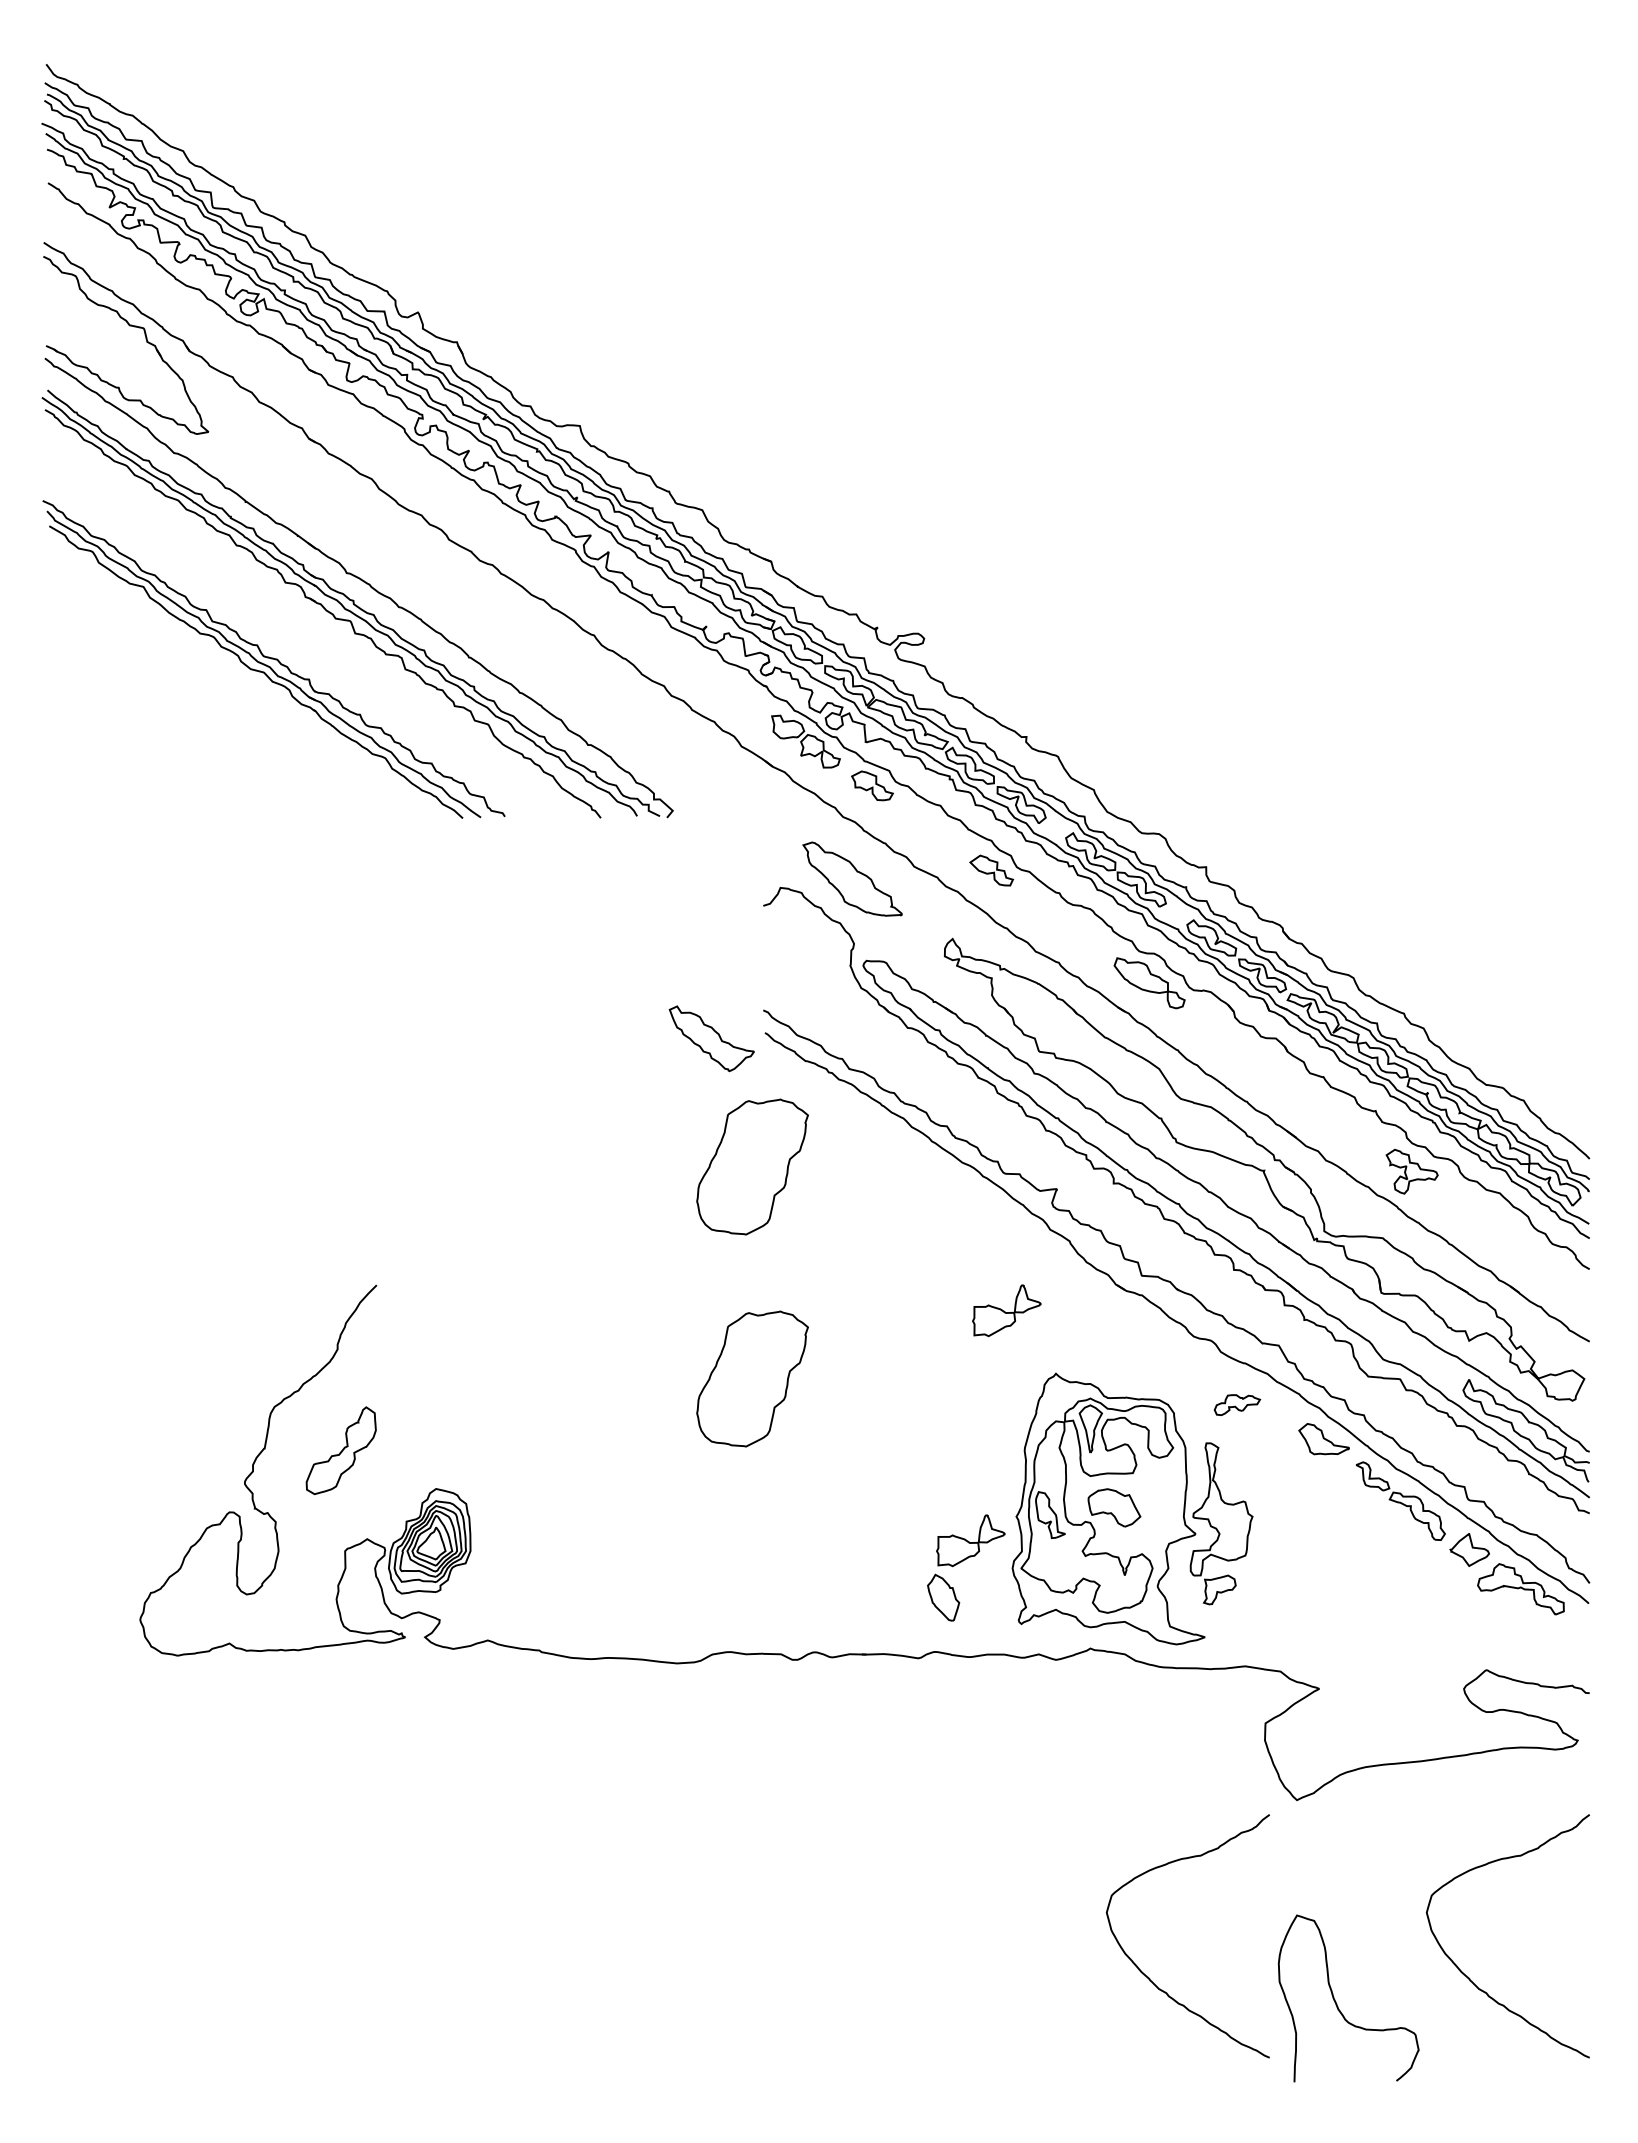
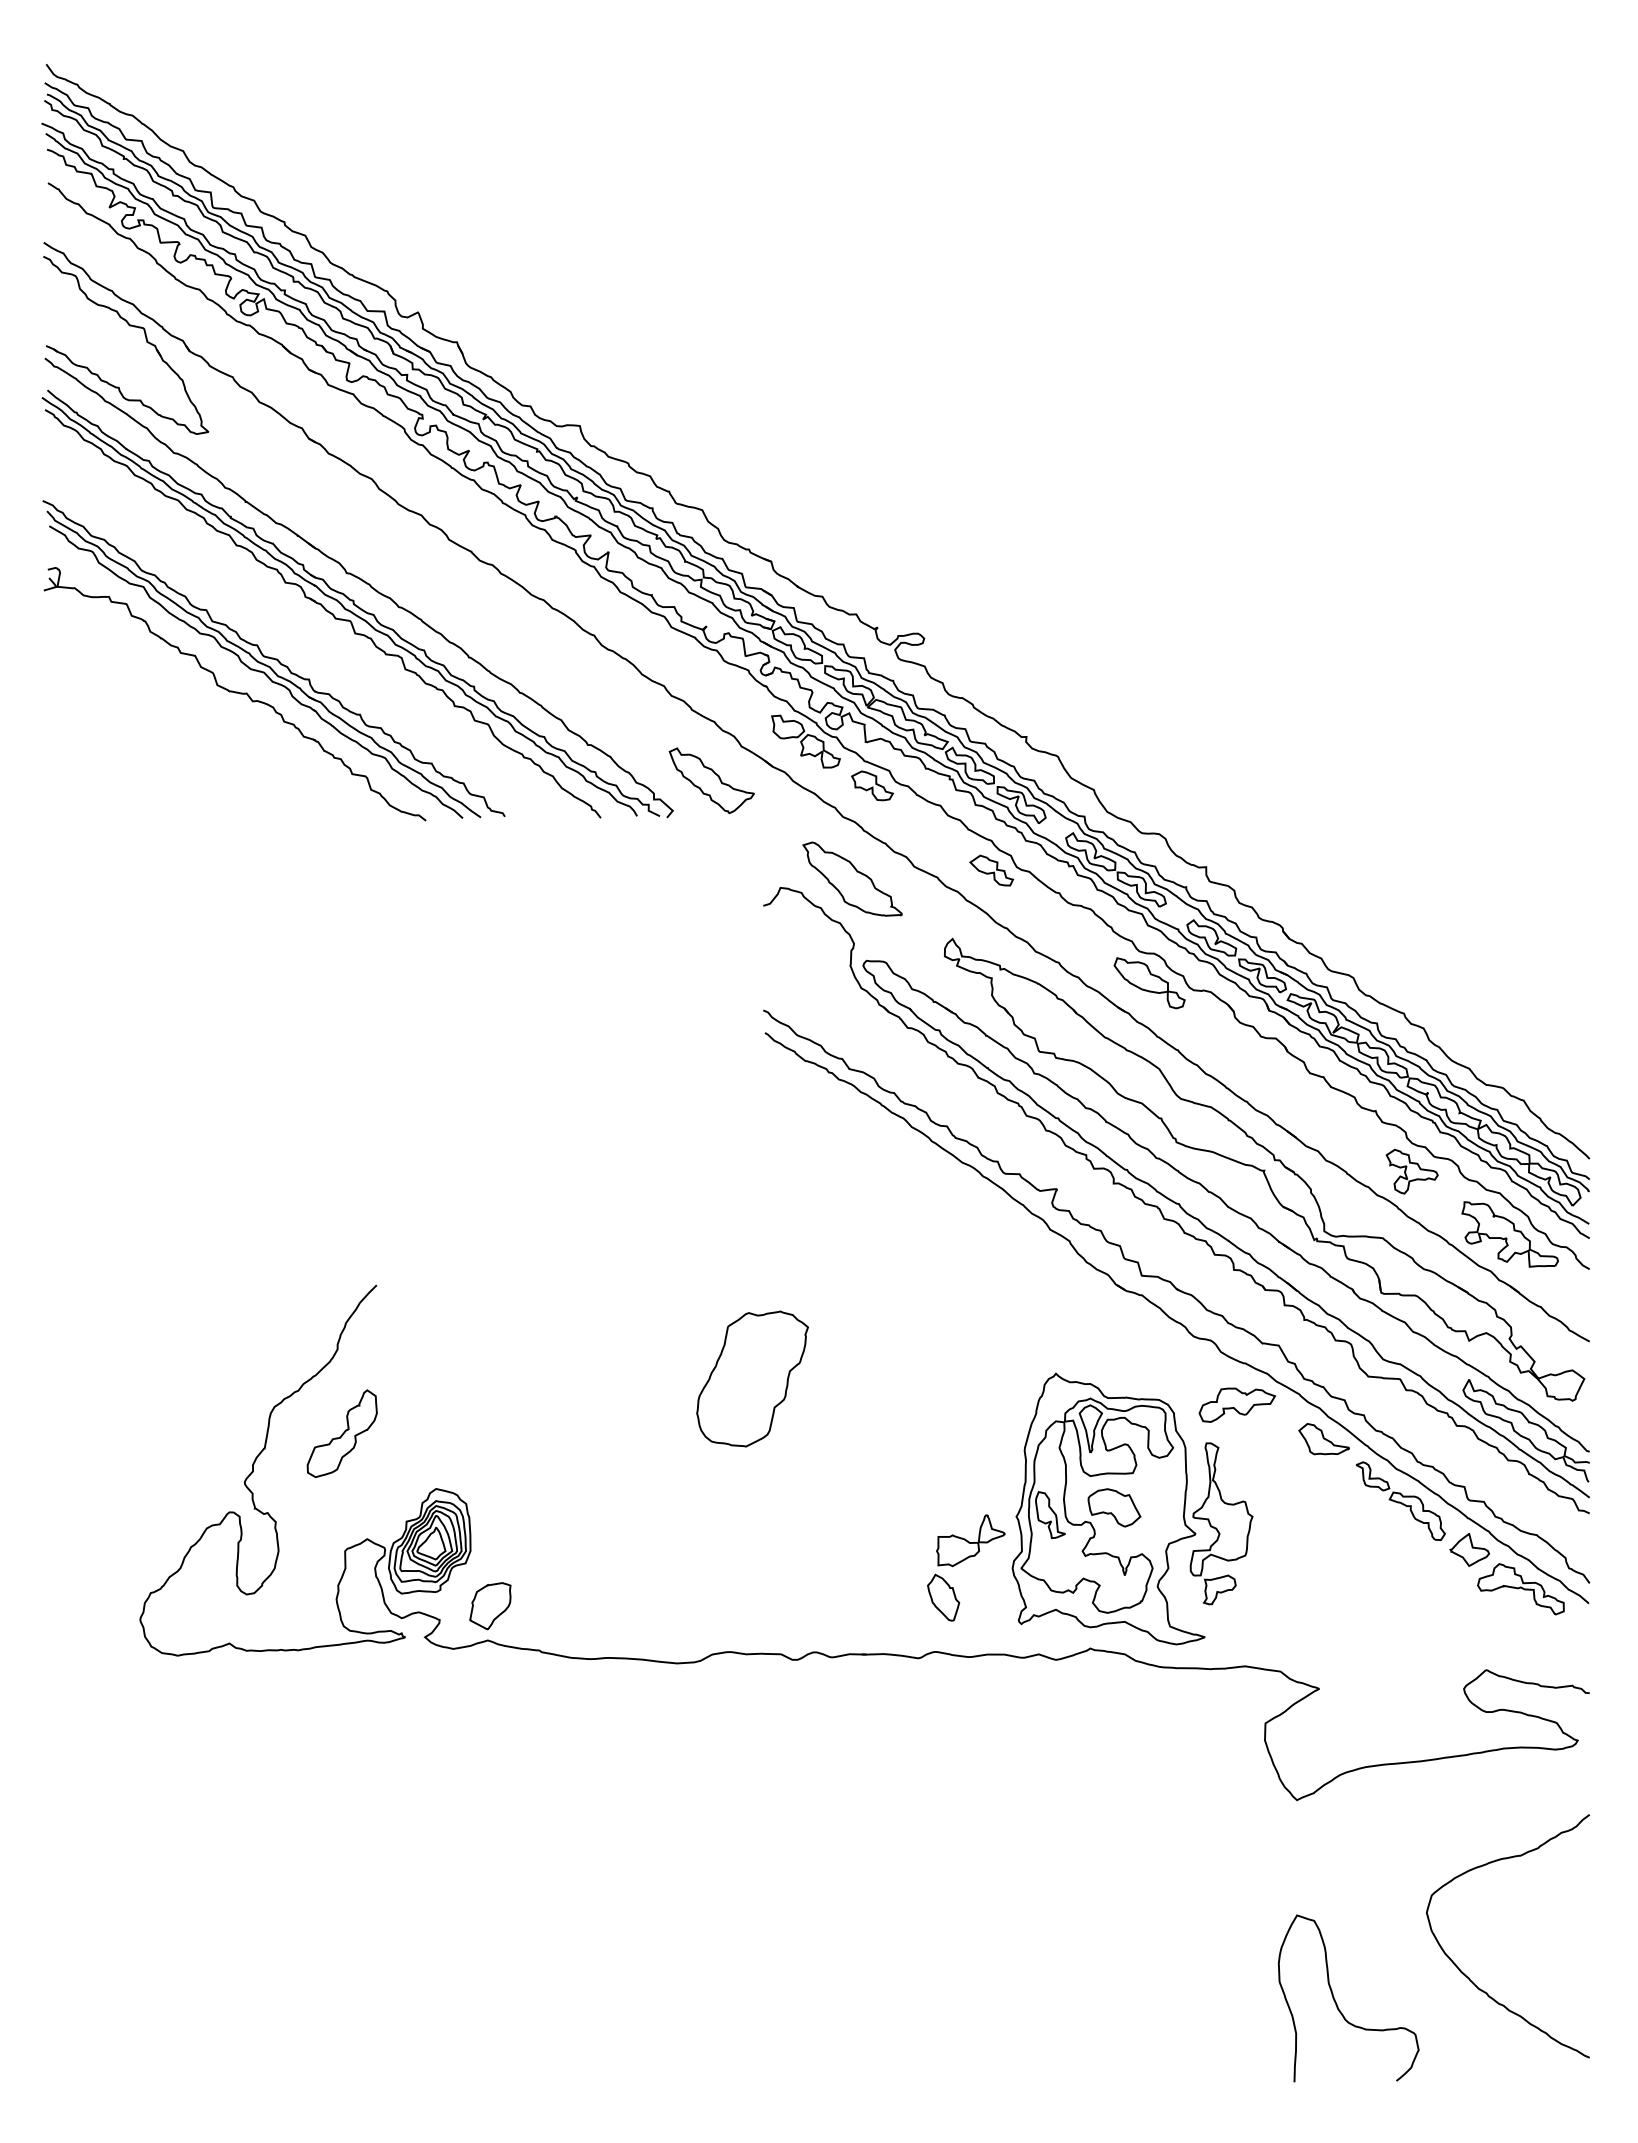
part at (234, 694): none -> present
part at (711, 1038) position: (711, 1038) -> (711, 780)
part at (752, 1166): present -> none
part at (1509, 1234): none -> present
part at (1006, 1310): present -> none
part at (1237, 1405) size: 49x23 px -> 79x36 px
part at (340, 1450) position: (340, 1450) -> (341, 1433)
part at (490, 1606): none -> present
curve at (1148, 1976): present -> none
